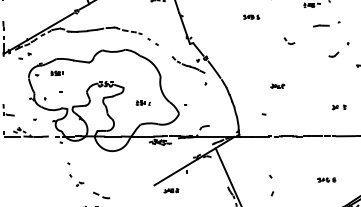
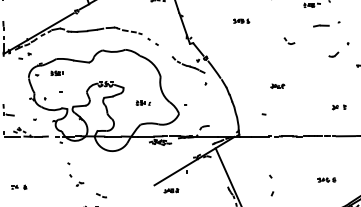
part at (251, 16) position: (251, 16) -> (241, 20)
part at (19, 186): none -> present
part at (101, 195) size: 18x9 px -> 12x6 px
